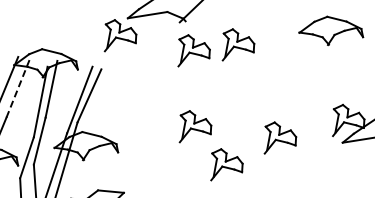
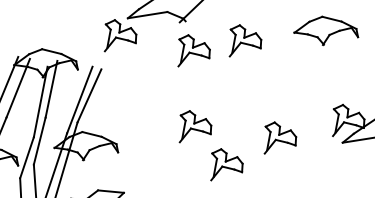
part at (331, 30) position: (331, 30) -> (326, 30)
part at (238, 44) position: (238, 44) -> (245, 40)
line at (18, 88): dashed -> solid
